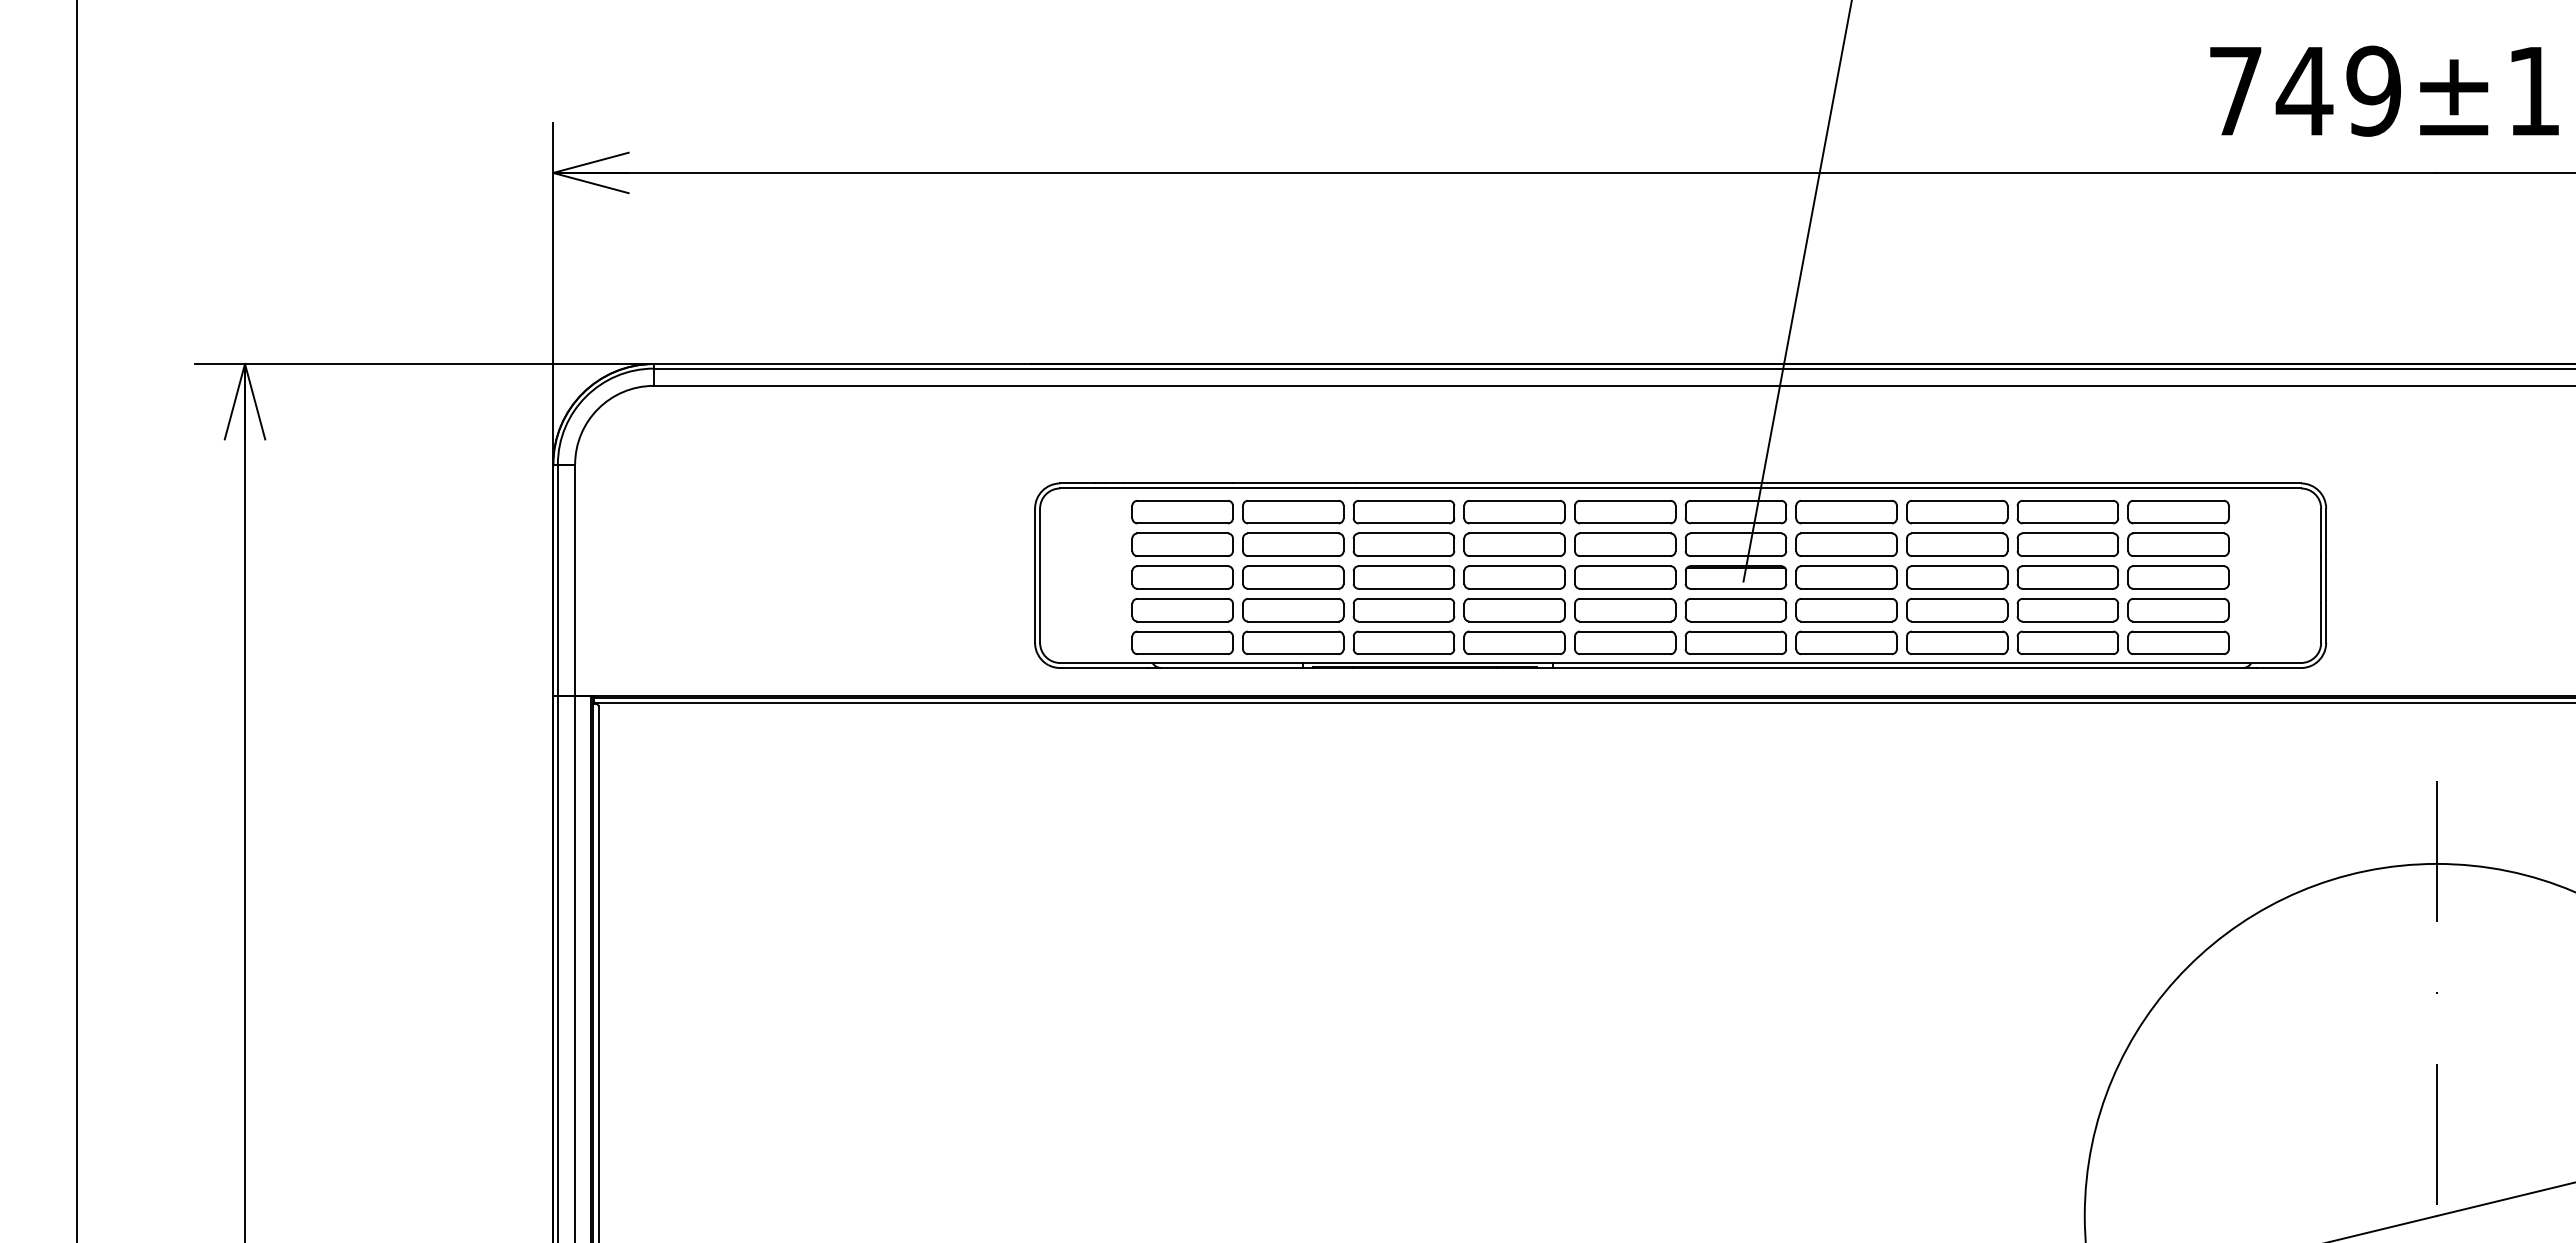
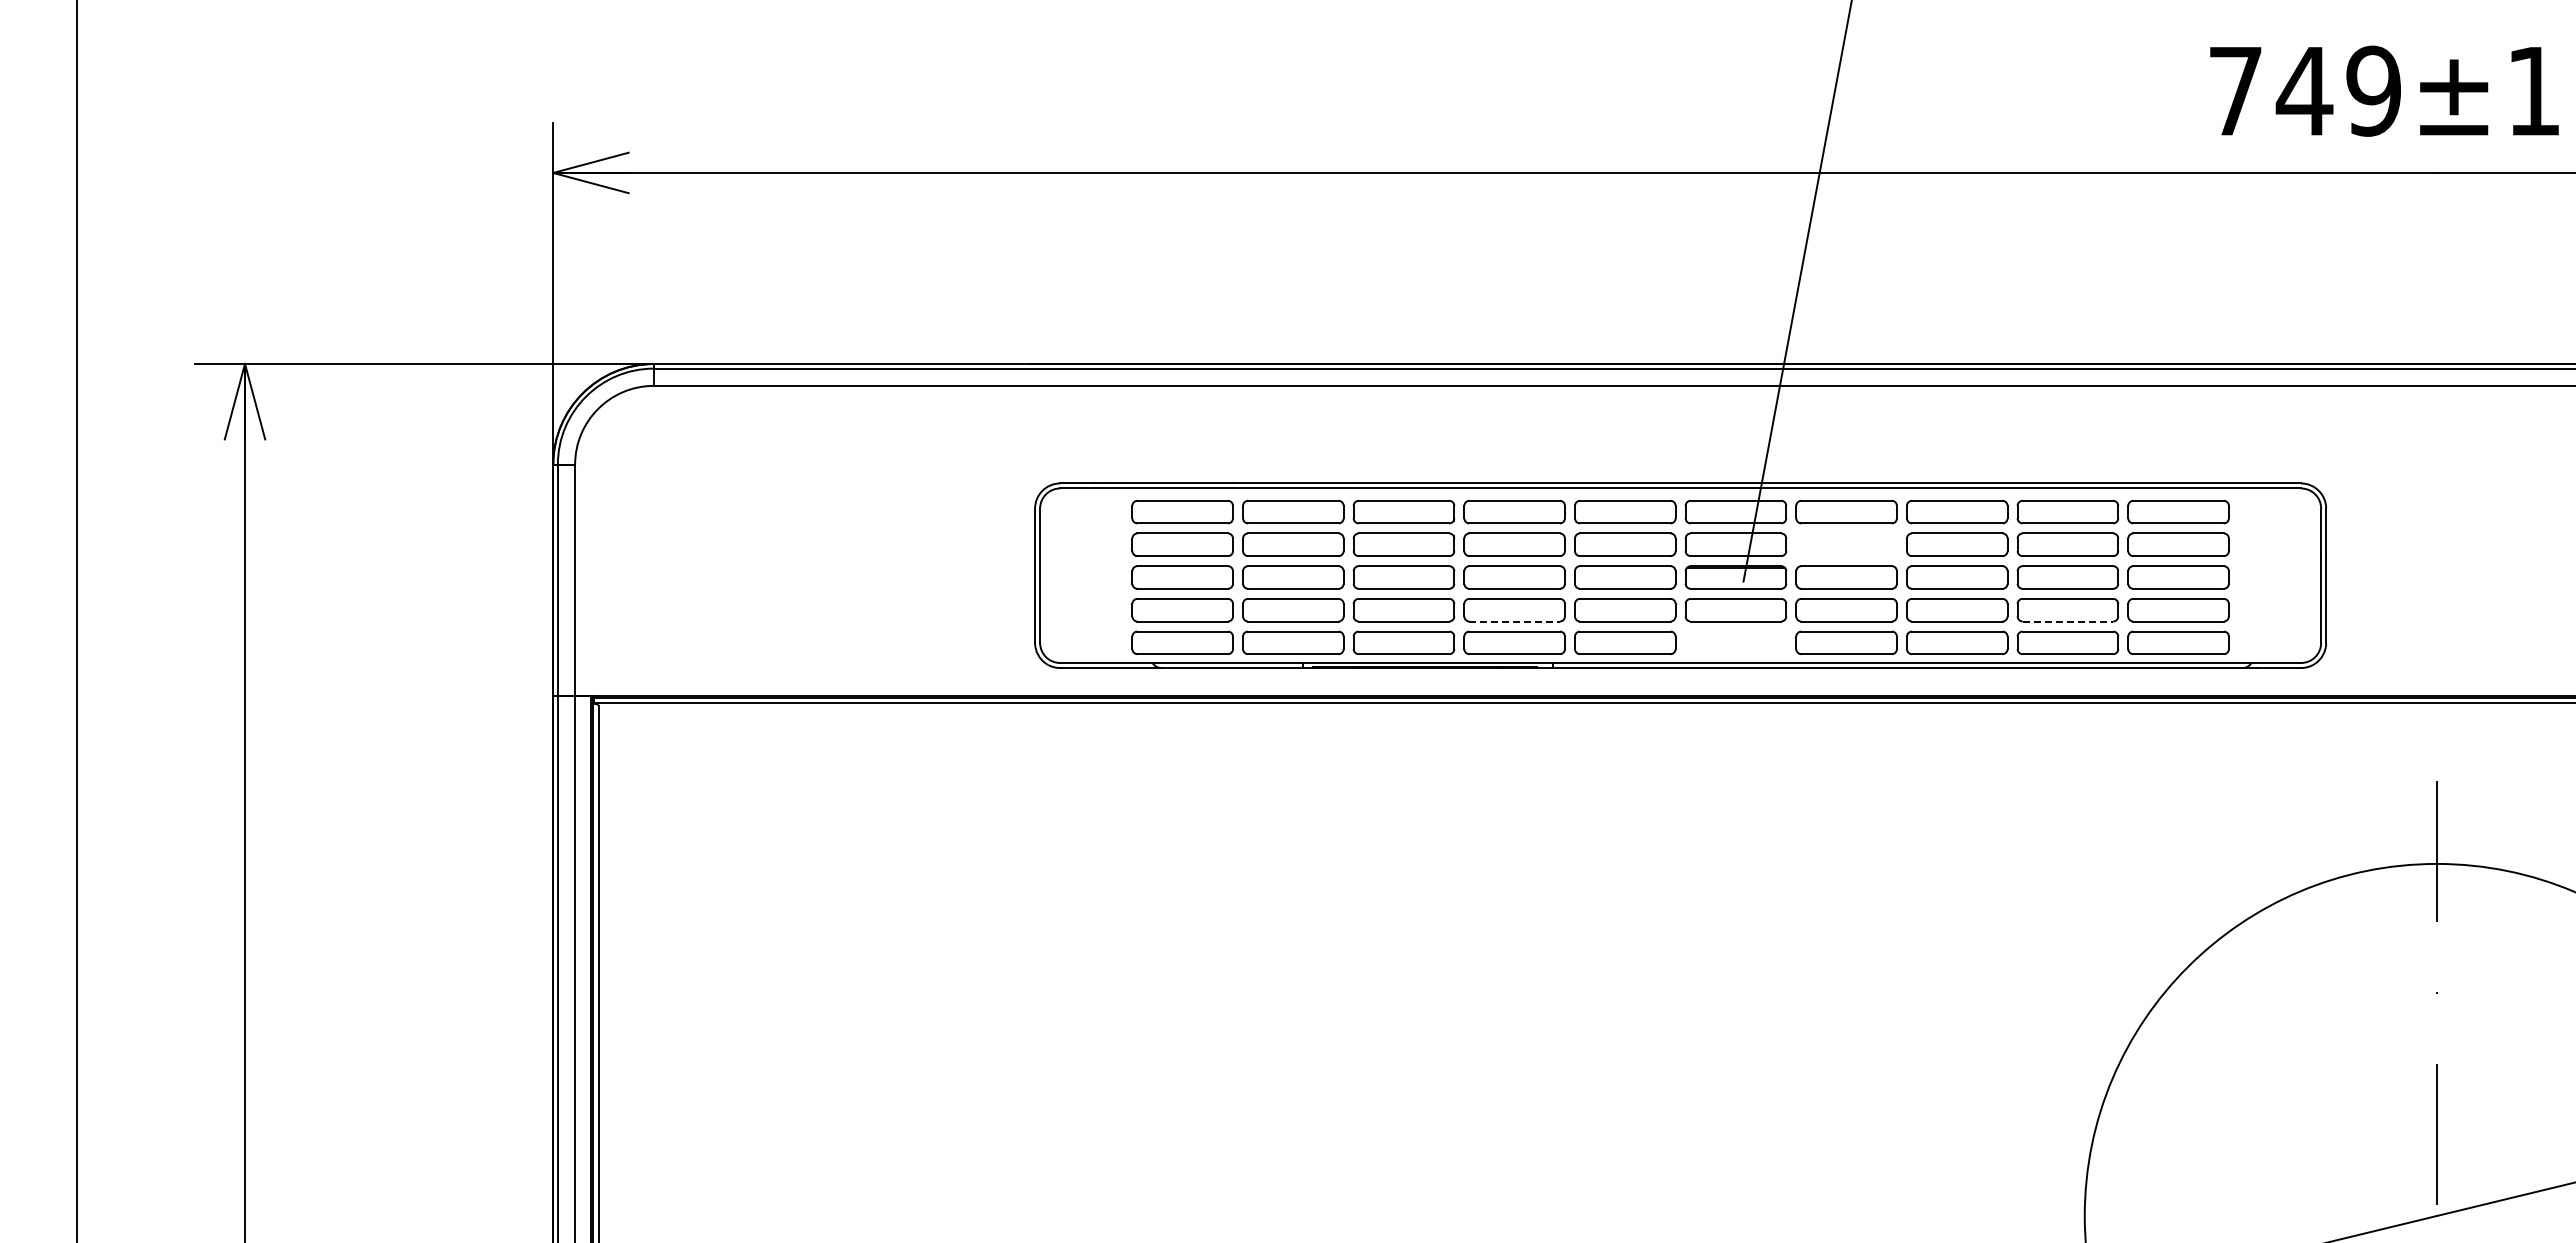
part at (1846, 544): present -> none
line at (1515, 621): solid -> dashed
line at (2068, 621): solid -> dashed
part at (1735, 642): present -> none
